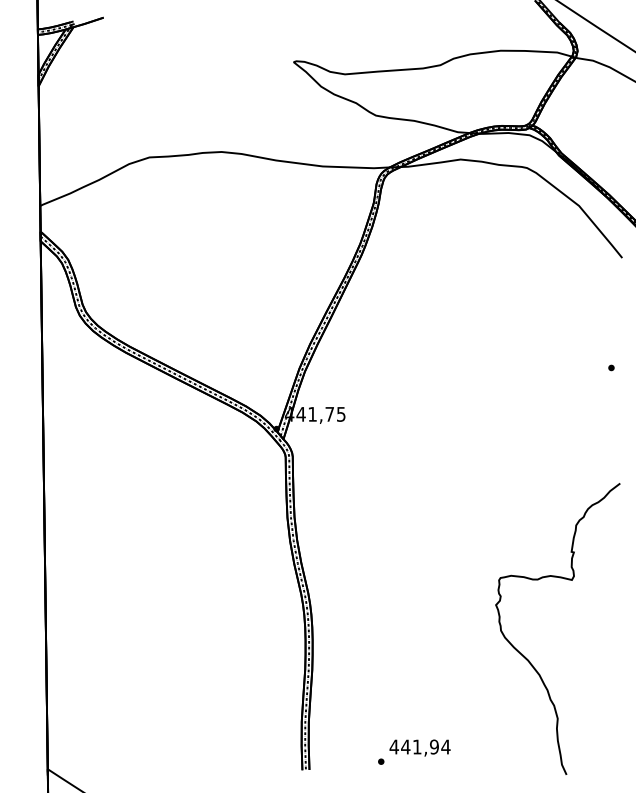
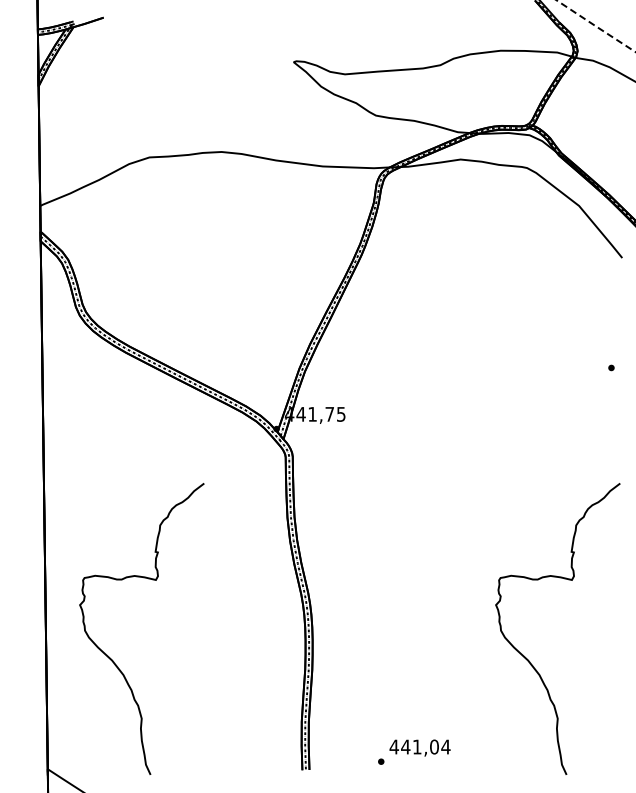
line at (596, 26): solid -> dashed
curve at (111, 658): none -> present
text at (434, 747): 441,94 -> 441,04
